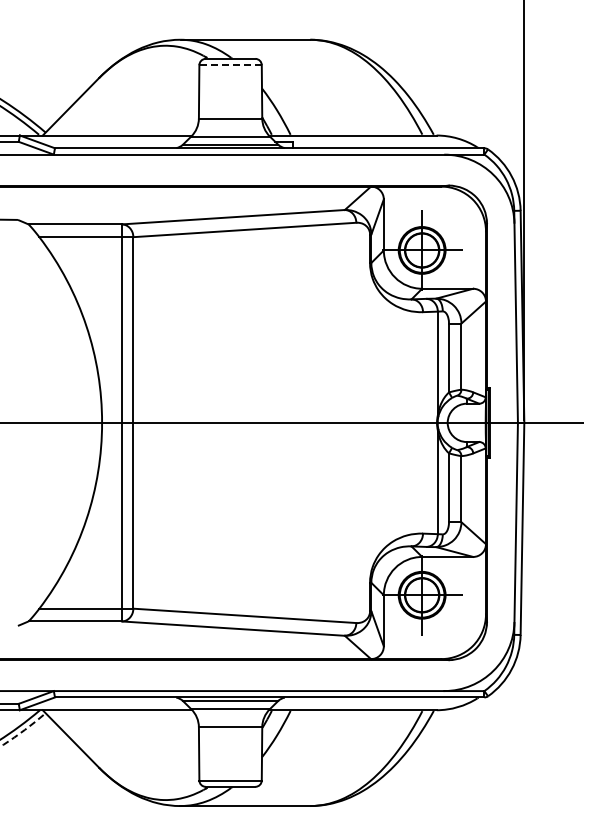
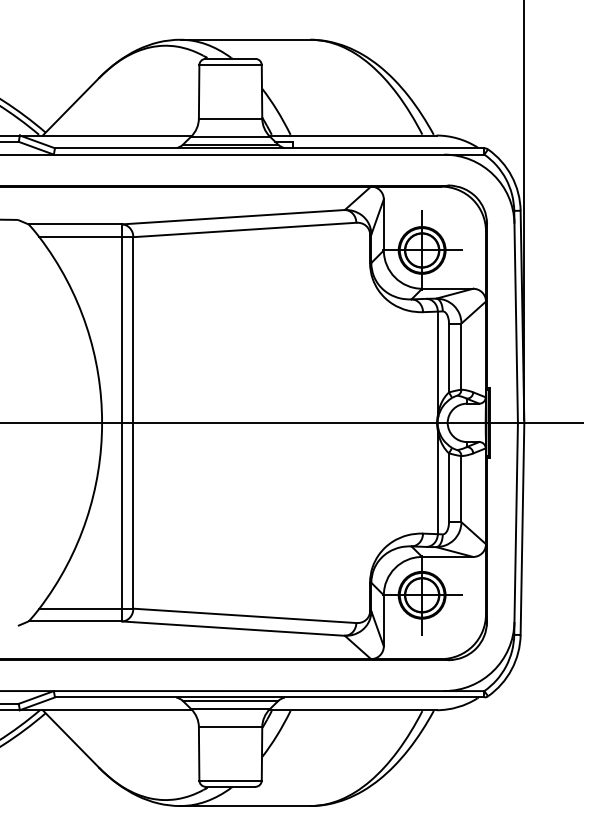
line at (230, 65): dashed -> solid
arc at (23, 731): dashed -> solid
